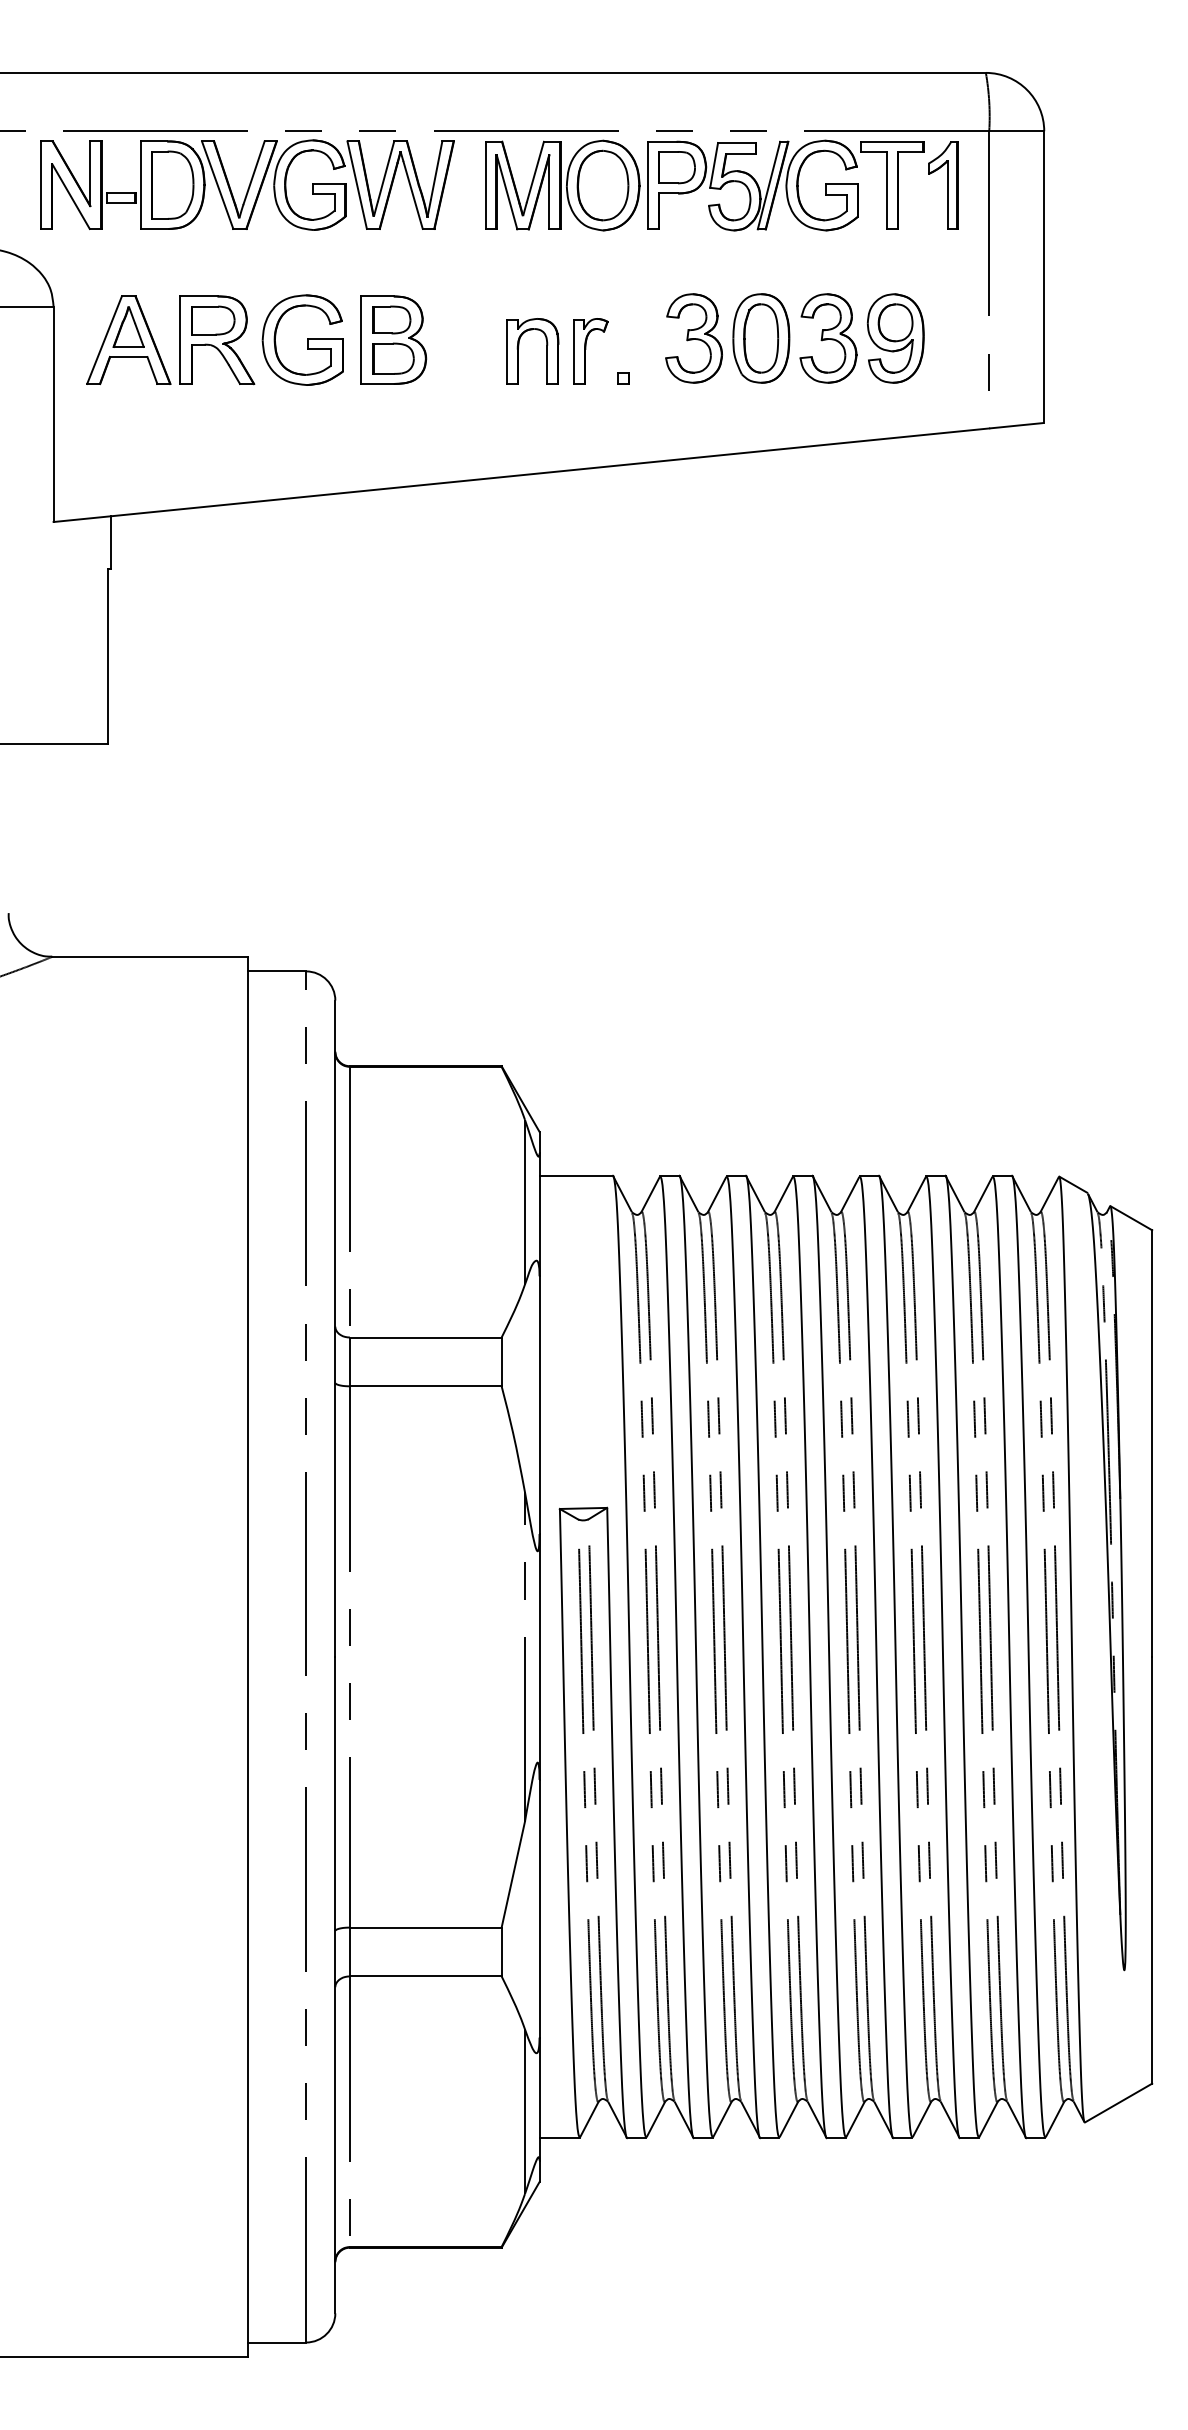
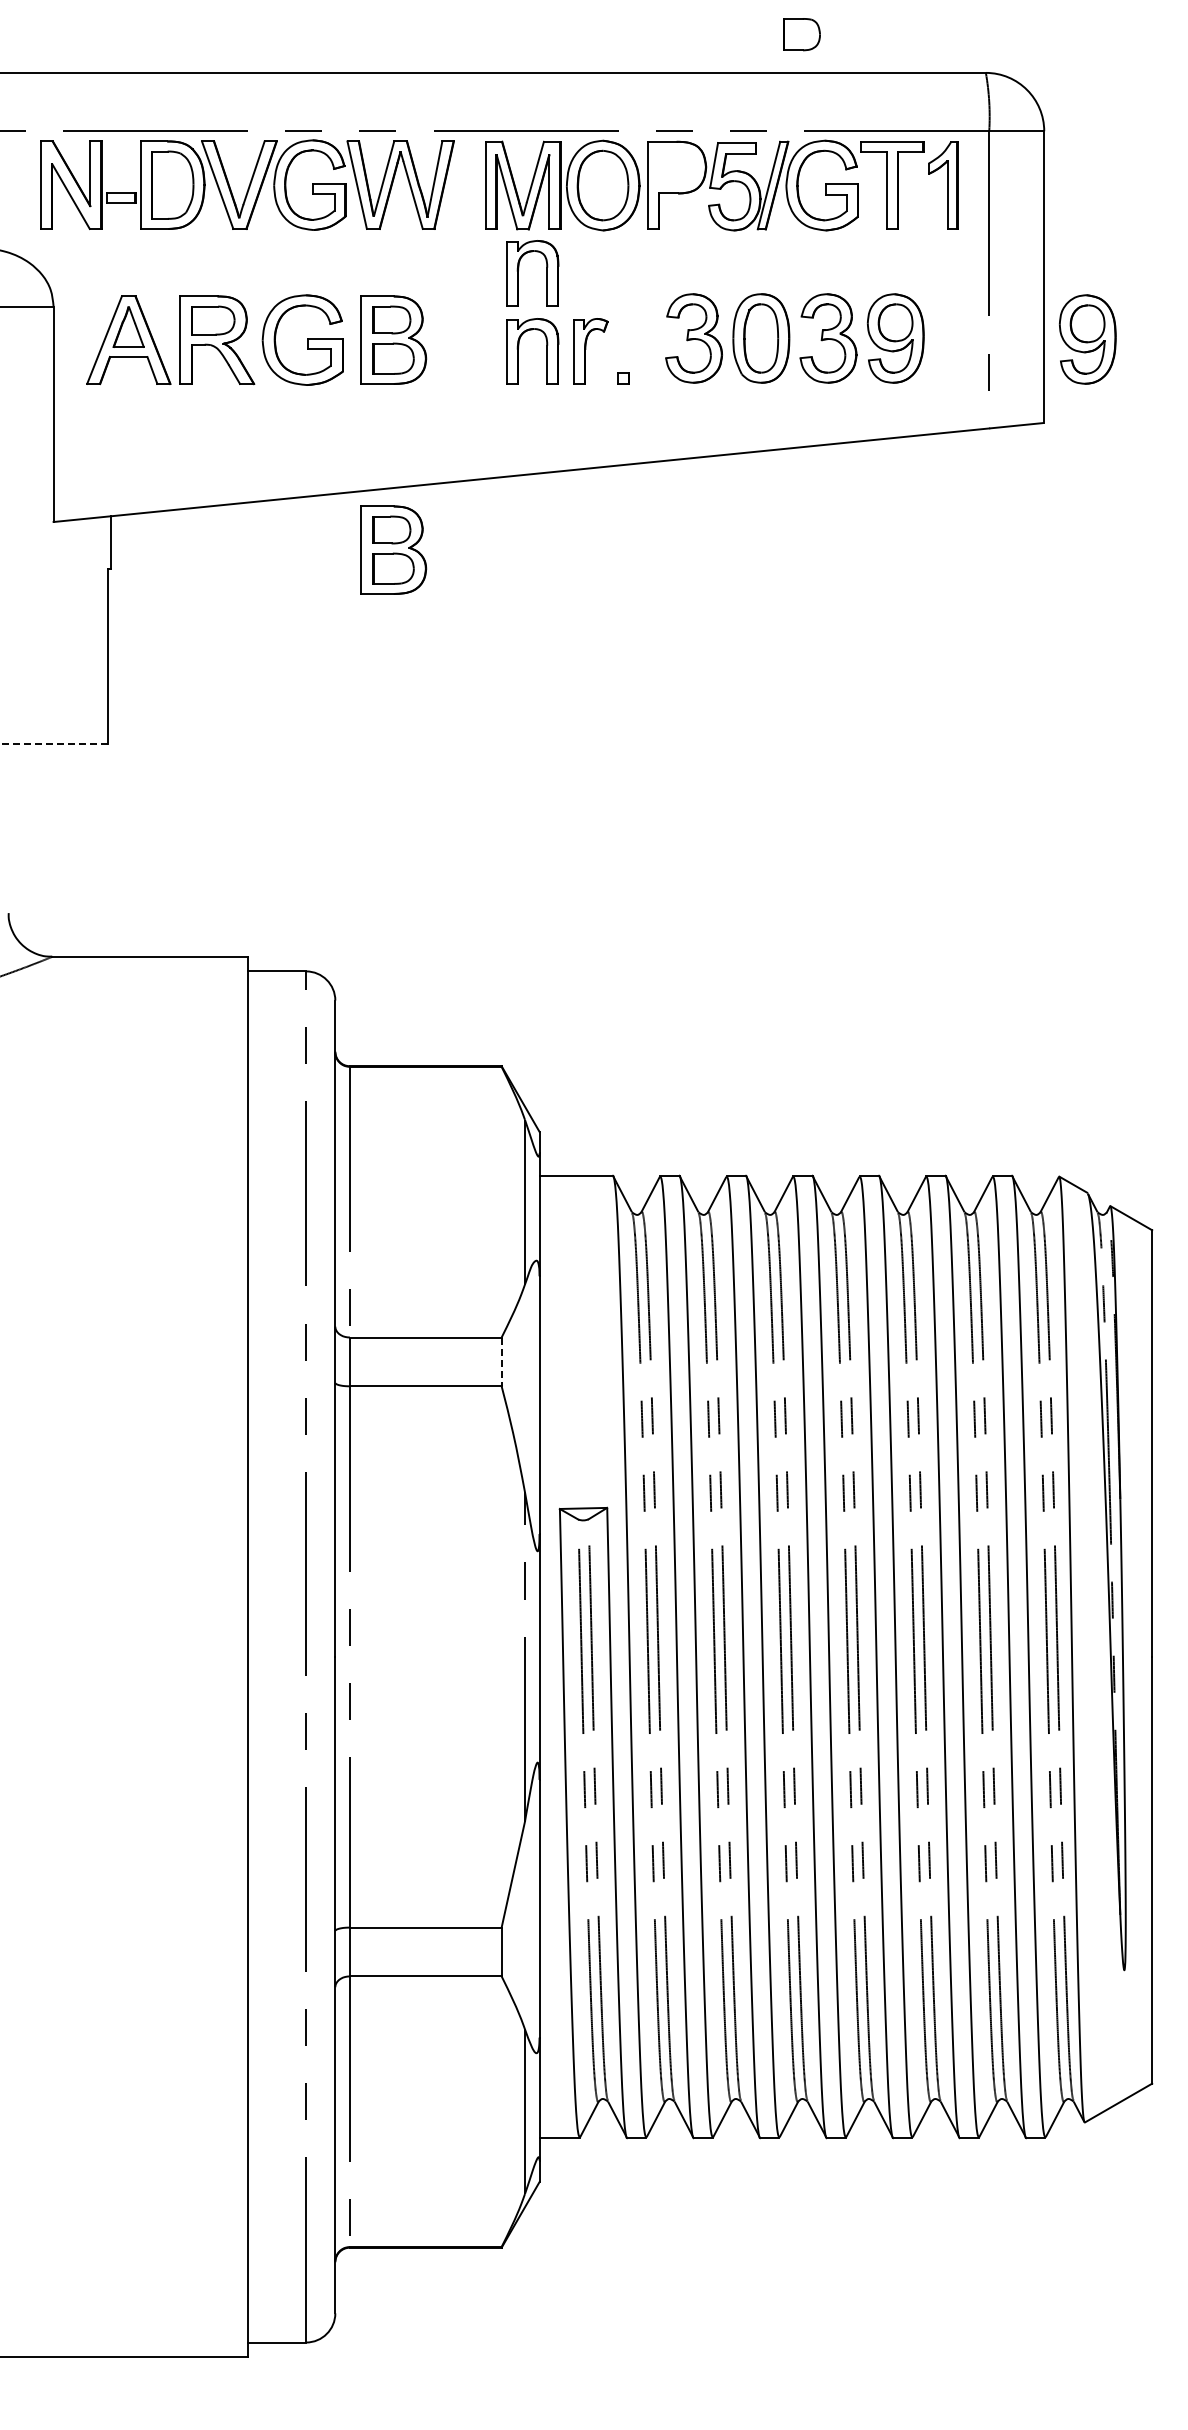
part at (676, 167) position: (676, 167) -> (801, 34)
part at (519, 268): none -> present
part at (1087, 339): none -> present
part at (393, 549): none -> present
line at (53, 743): solid -> dashed
line at (501, 1362): solid -> dashed
